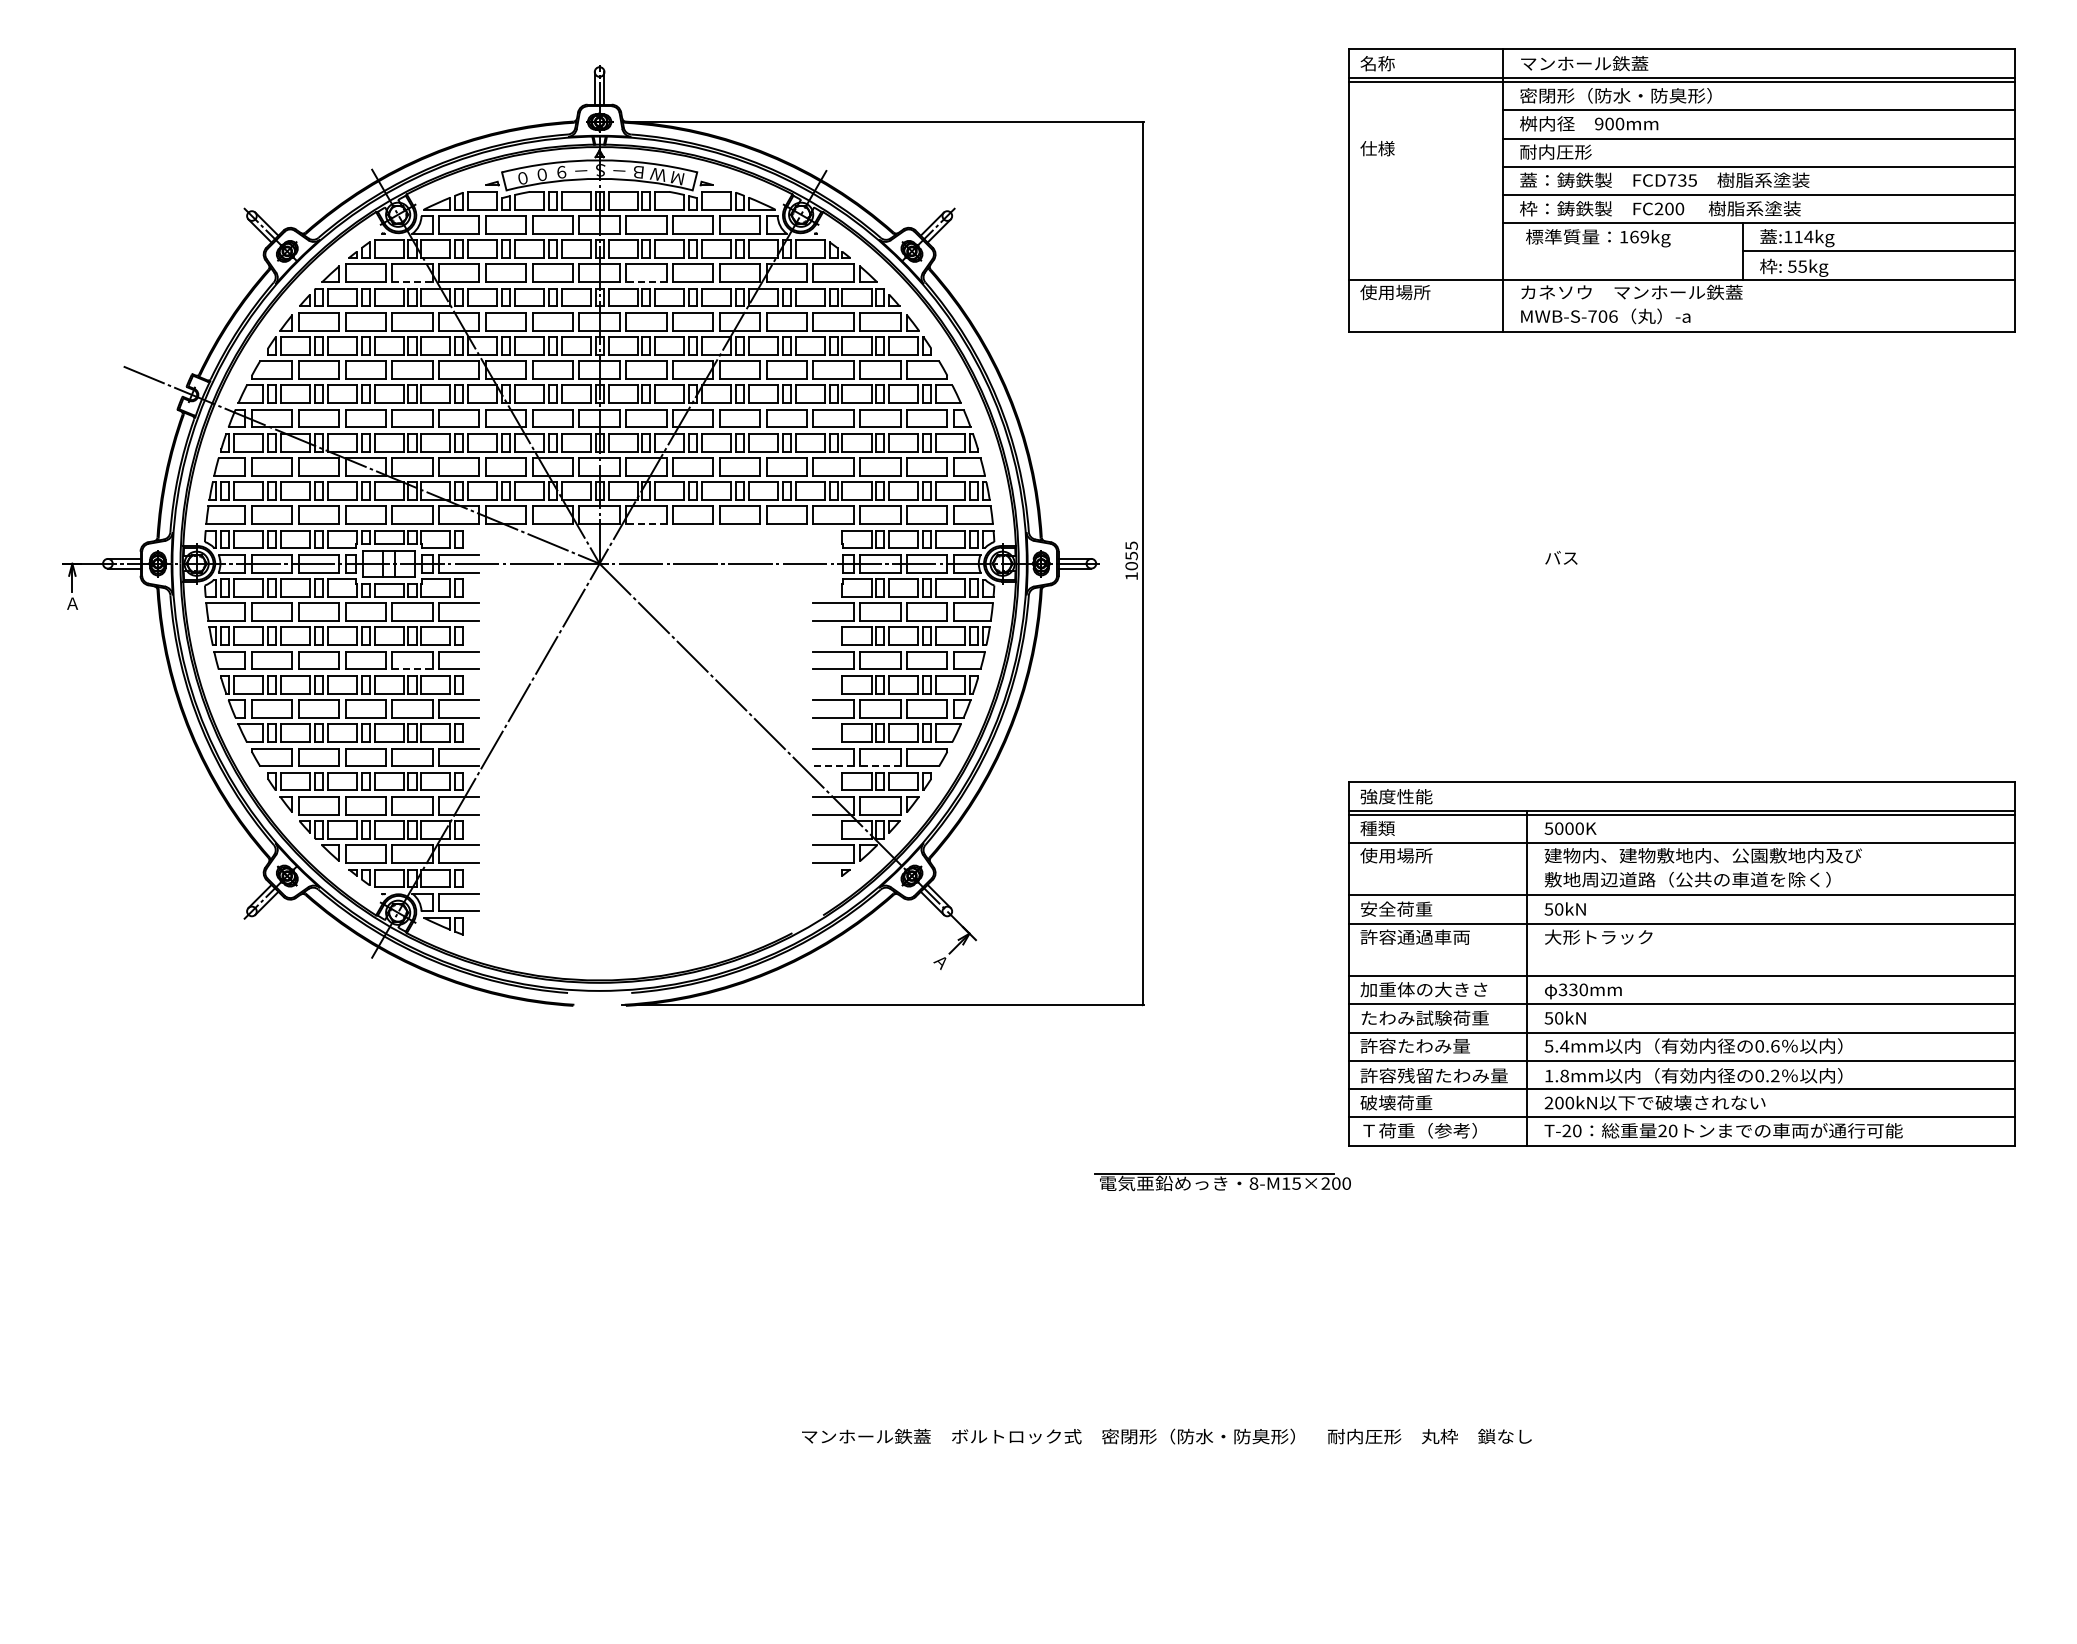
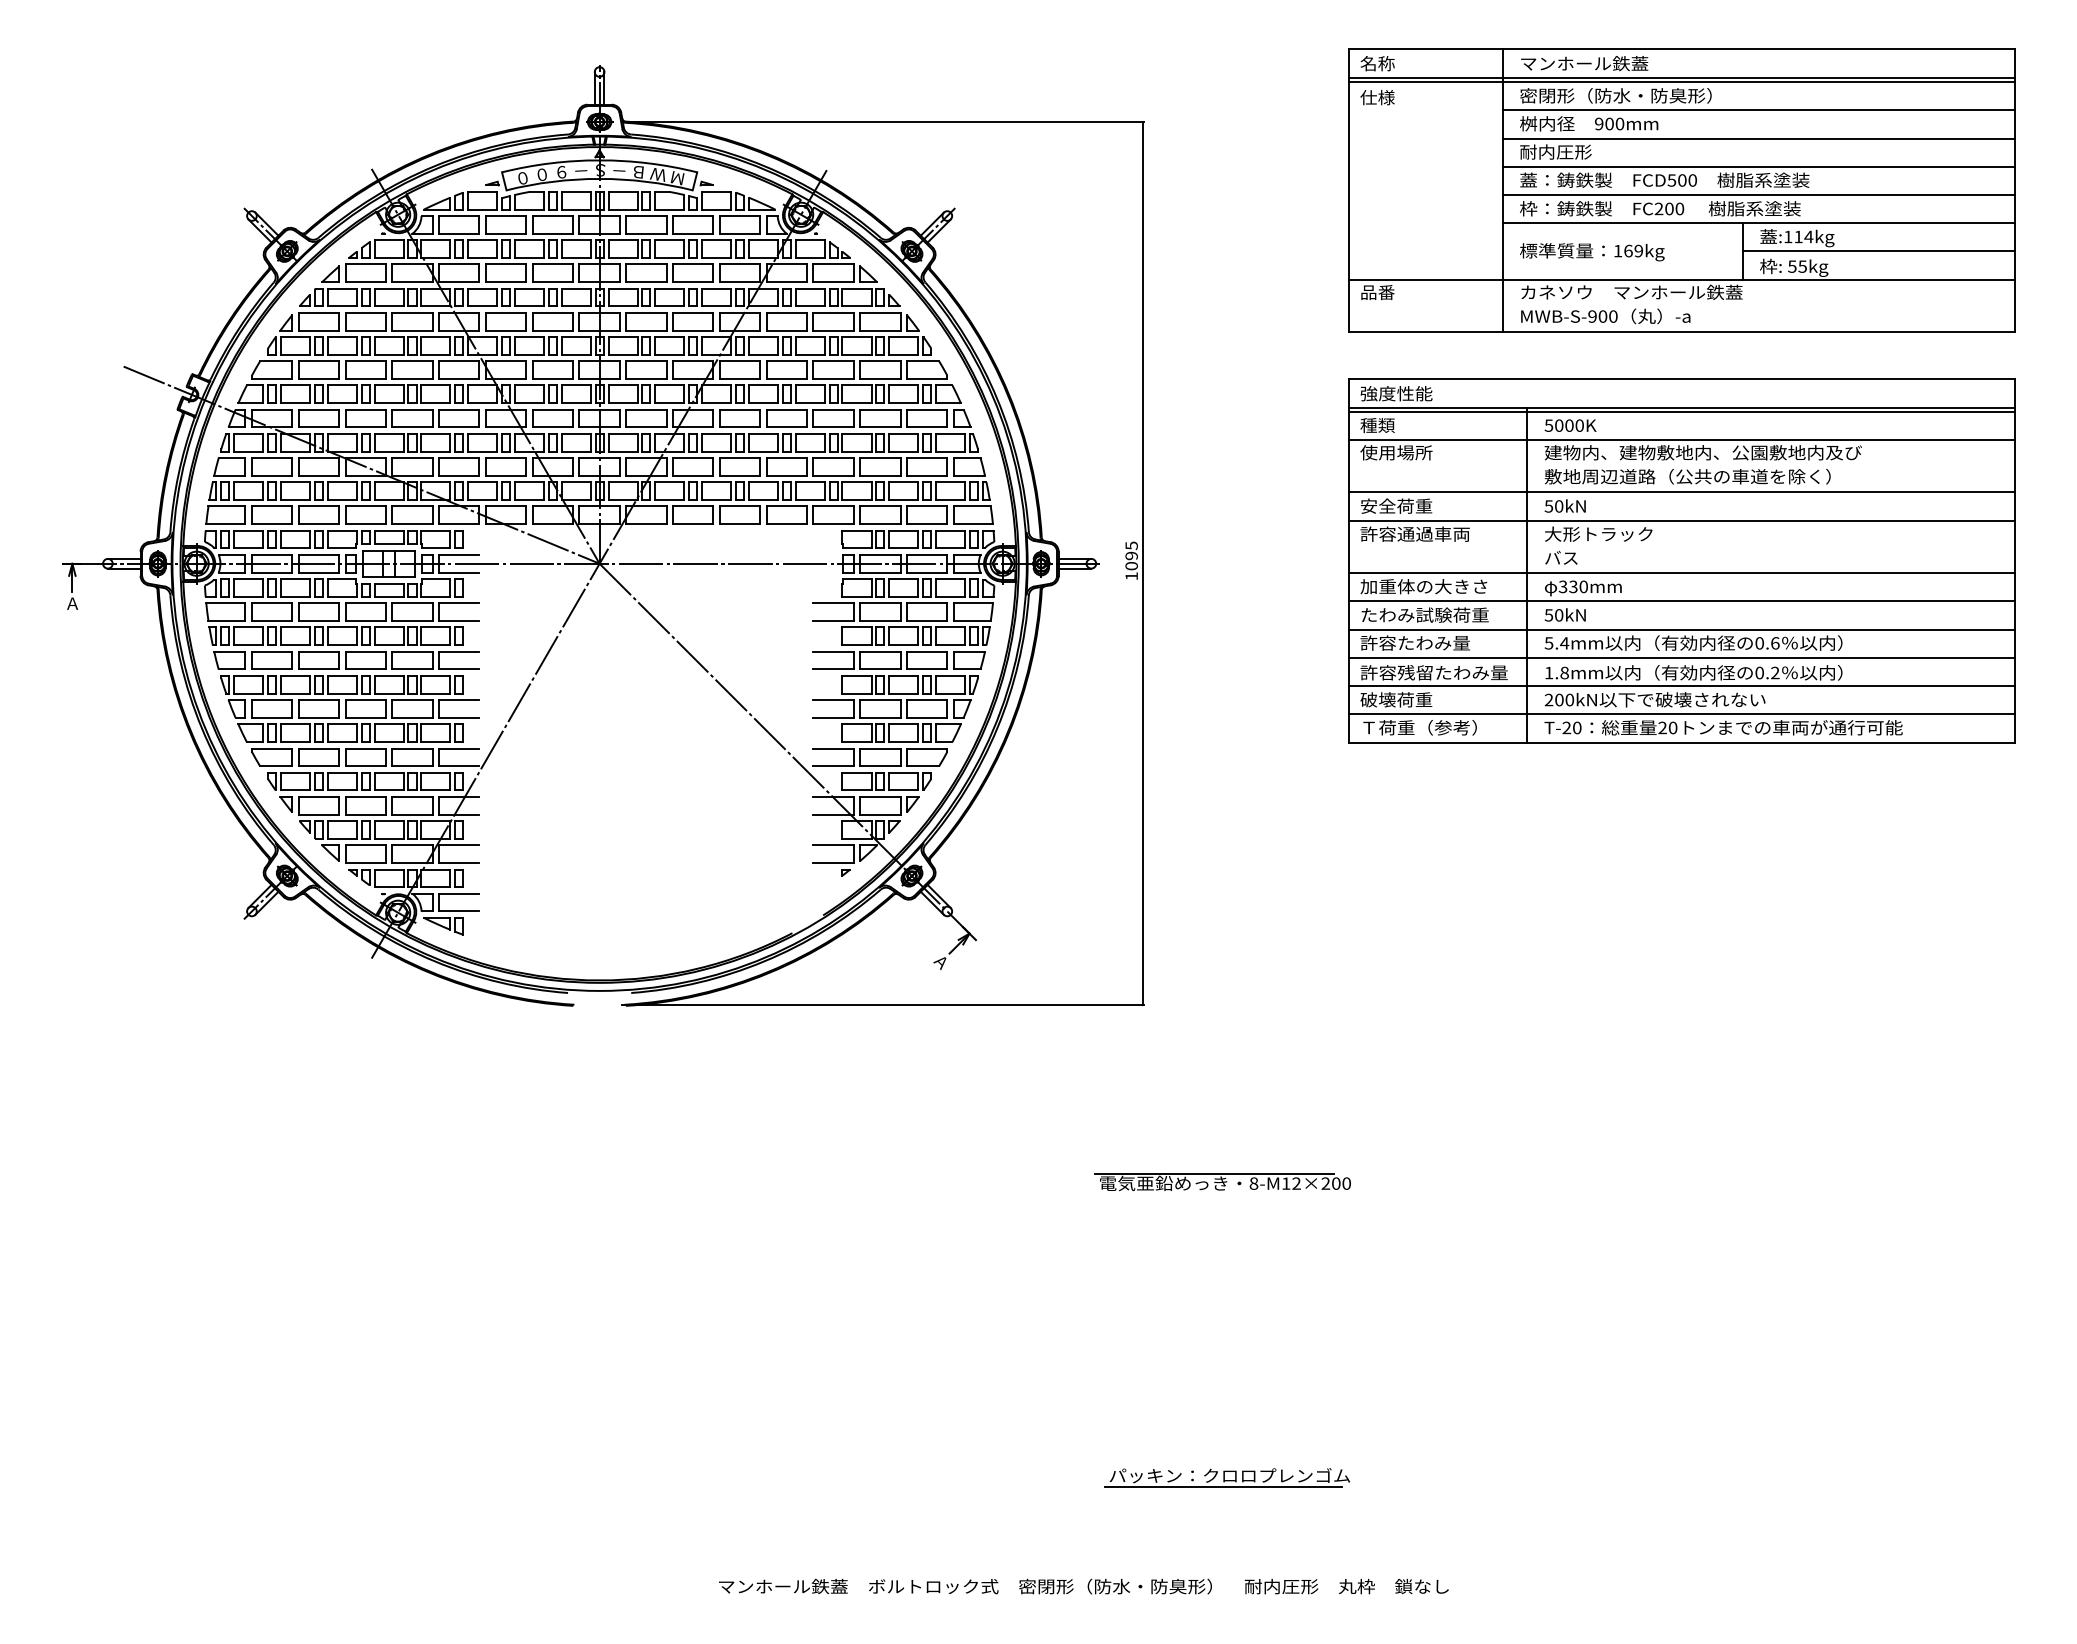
text at (1377, 148) position: (1377, 148) -> (1377, 97)
text at (1681, 180): FCD735 -> FCD500
text at (1598, 238) position: (1598, 238) -> (1592, 252)
line at (412, 282): dashed -> solid
line at (645, 282): dashed -> solid
text at (1395, 292): 使用場所 -> 品番
text at (1602, 316): MWB-S-706 -> MWB-S-900
line at (645, 524): dashed -> solid
text at (1131, 555): 1055 -> 1095
line at (412, 669): dashed -> solid
line at (833, 766): dashed -> solid
line at (879, 766): dashed -> solid
part at (1681, 963) position: (1681, 963) -> (1681, 560)
text at (1296, 1183): 8-M15×200 -> 8-M12×200
text at (1166, 1436) position: (1166, 1436) -> (1083, 1586)
part at (1226, 1477): none -> present
